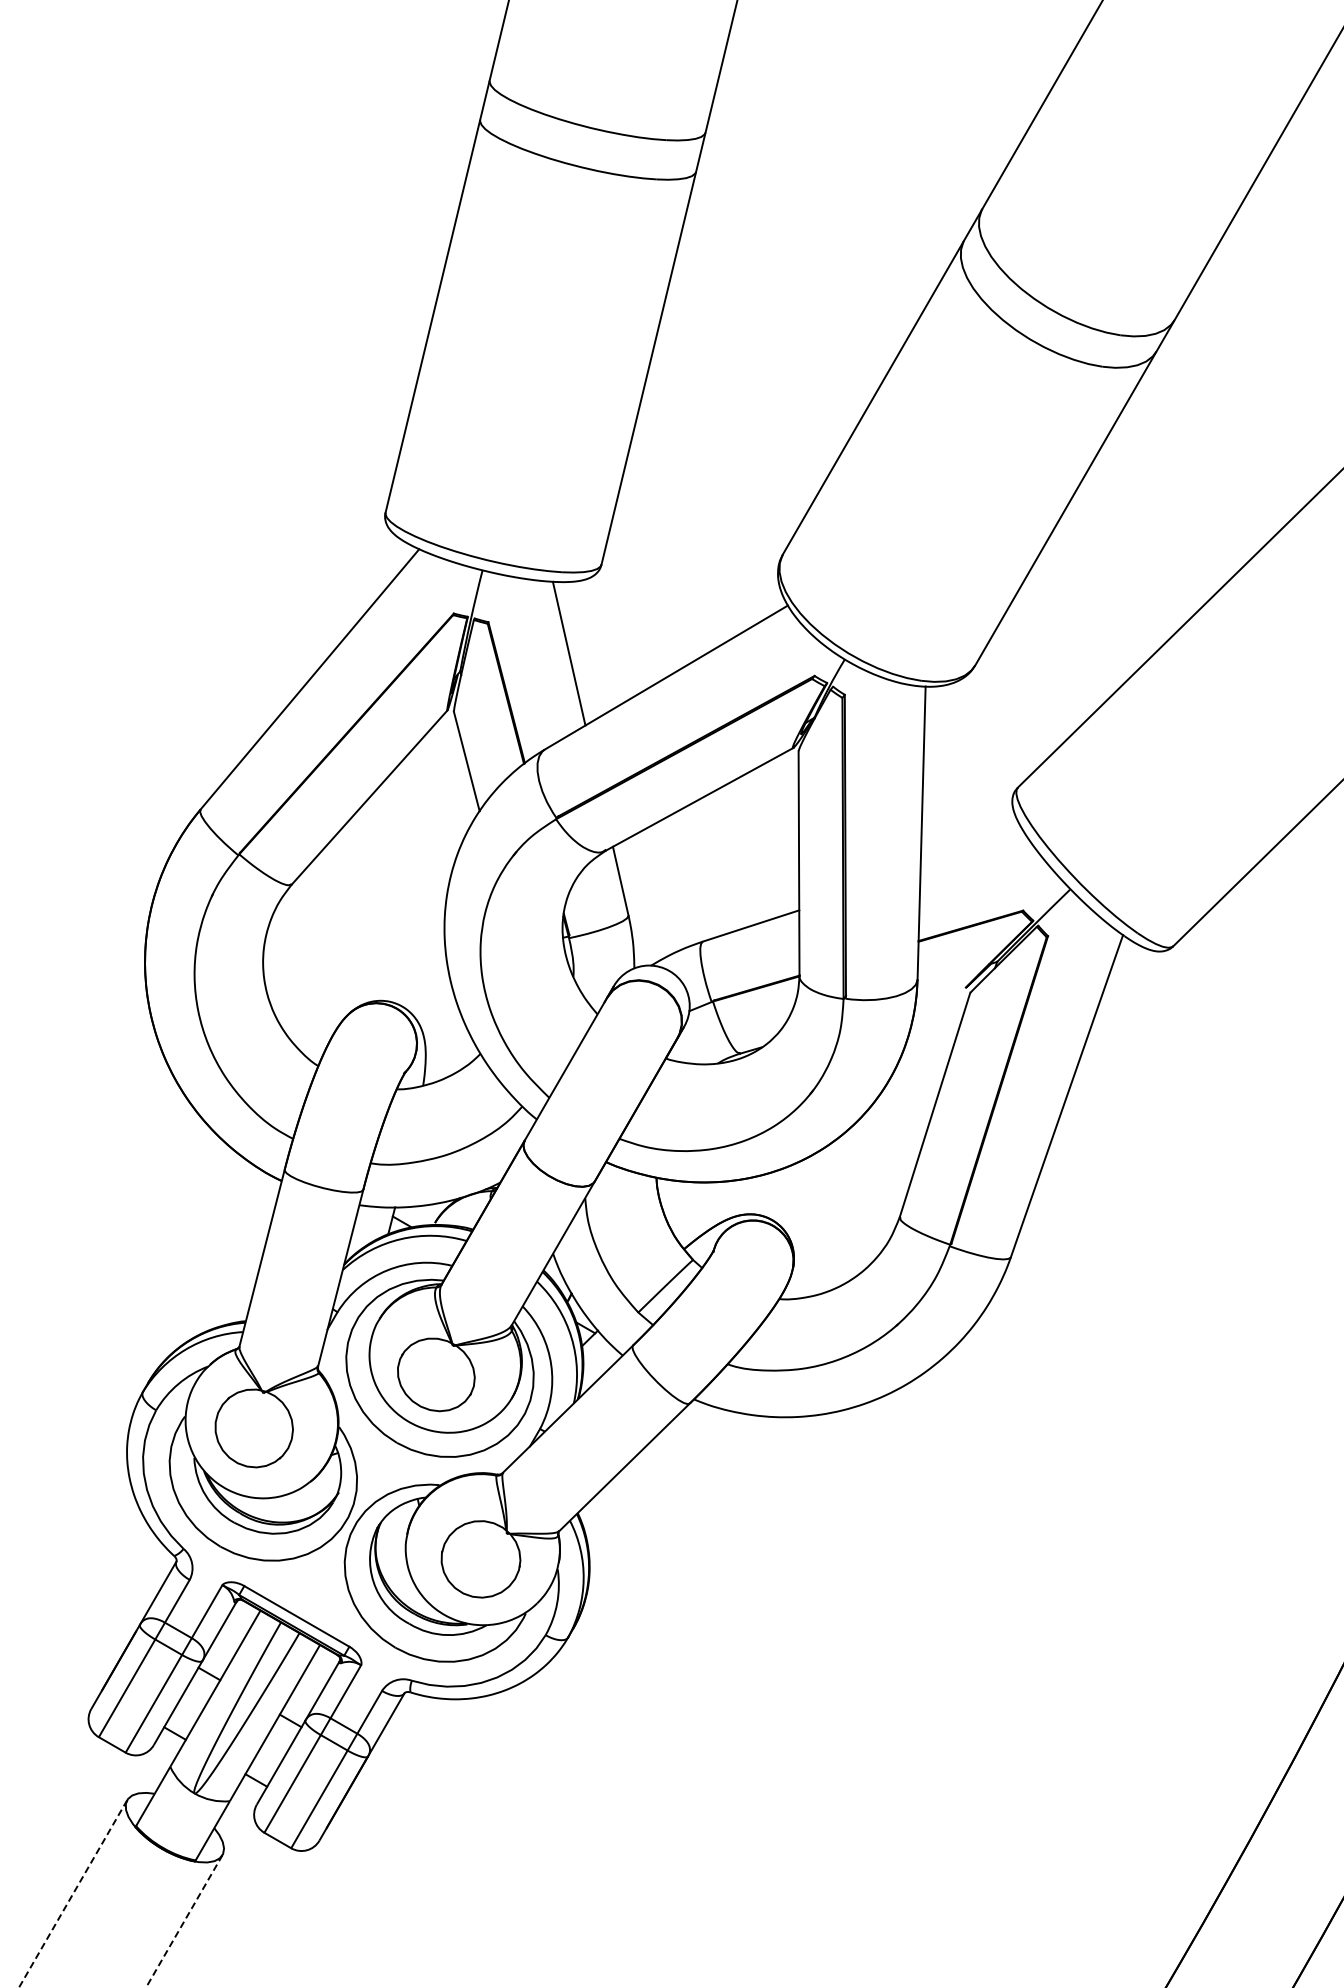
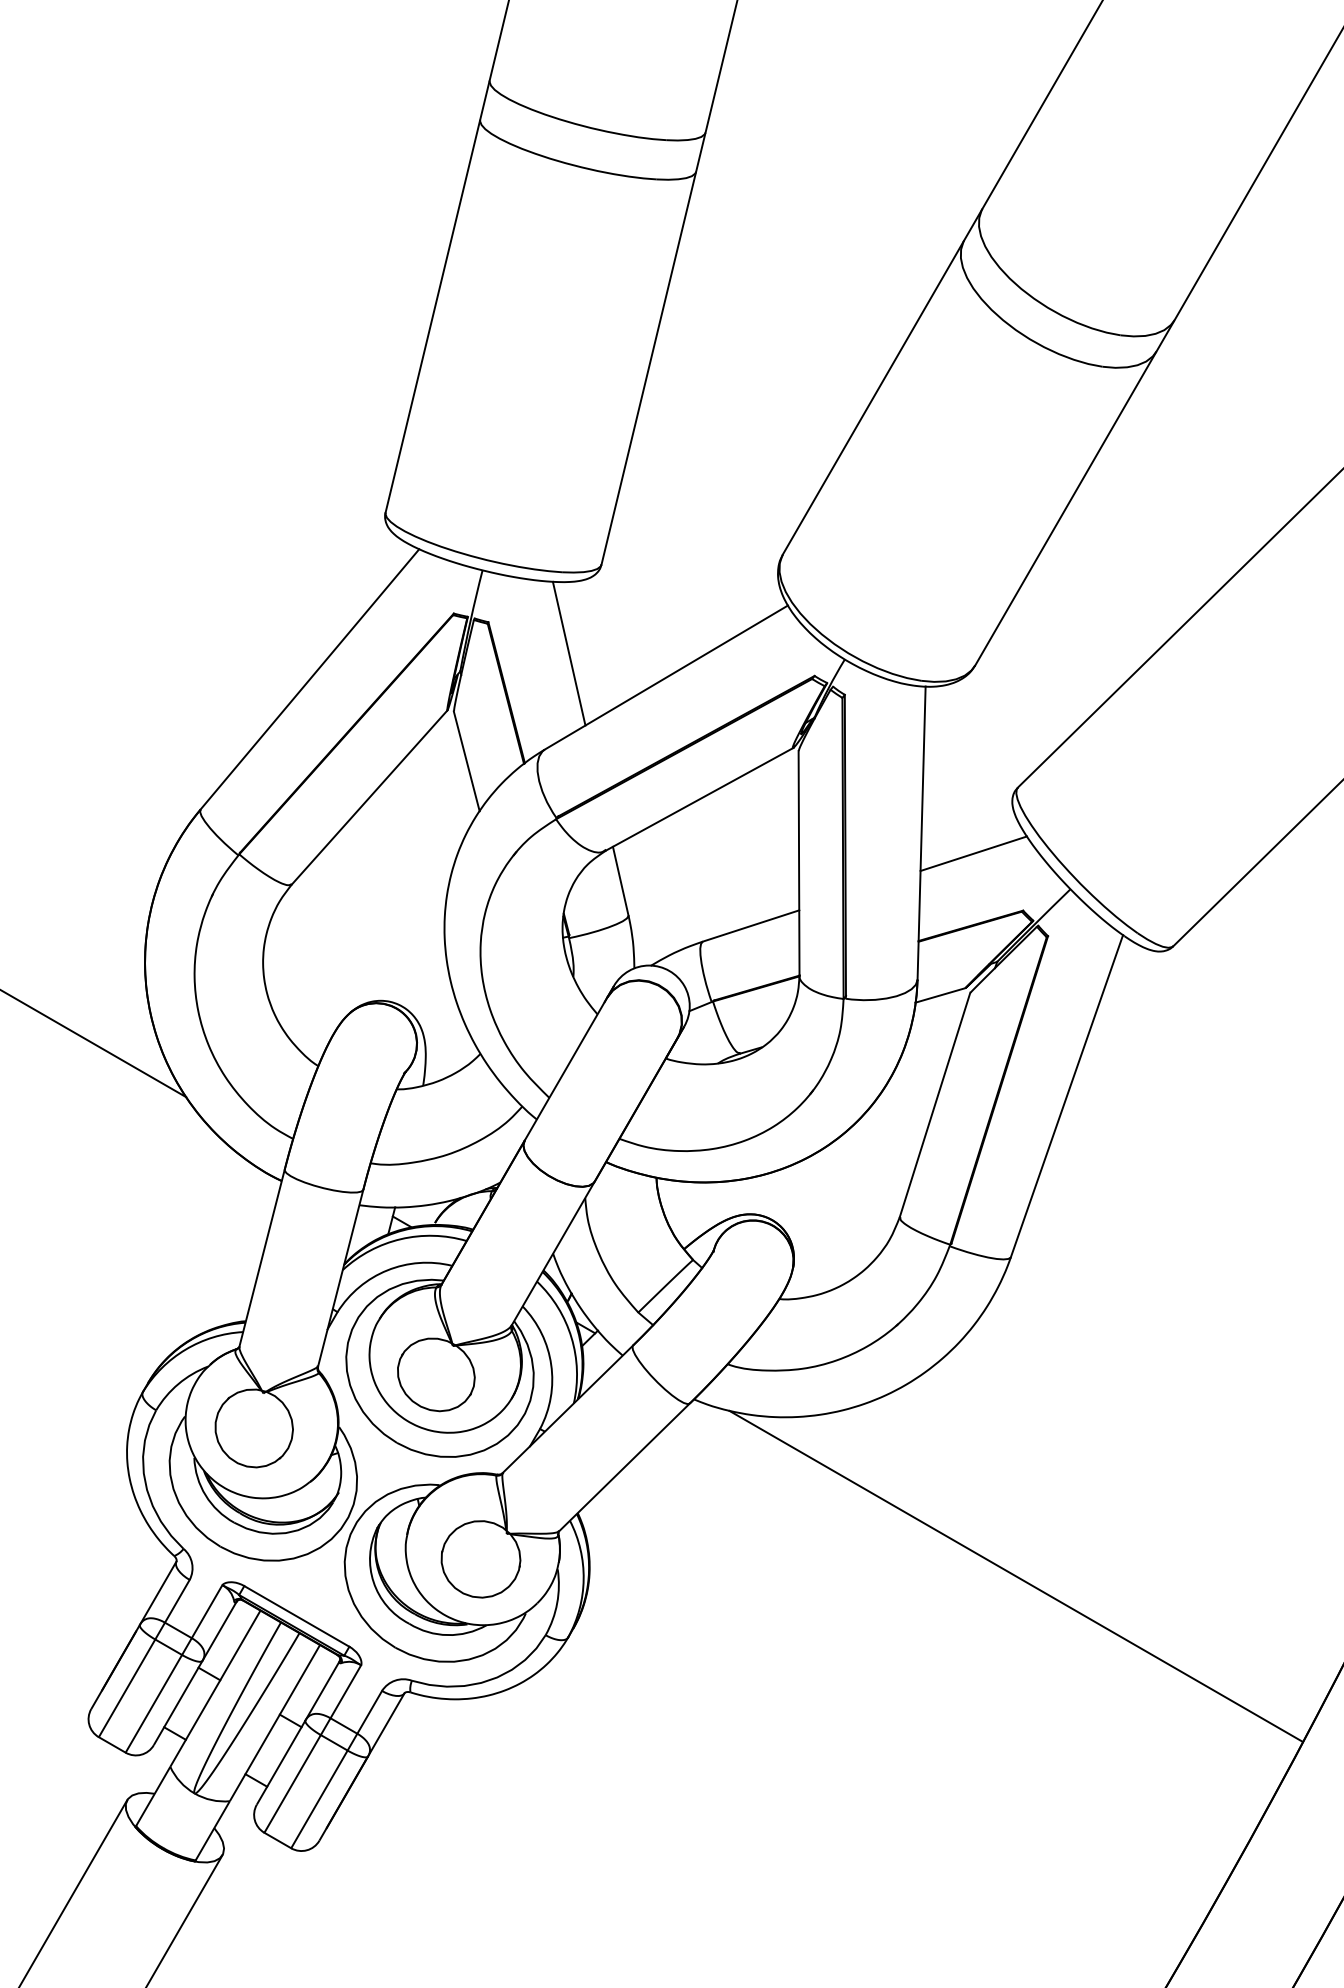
line at (973, 853): none -> present
line at (940, 995): none -> present
line at (94, 1044): none -> present
line at (1016, 1575): none -> present
line at (73, 1893): dashed -> solid
line at (184, 1921): dashed -> solid
